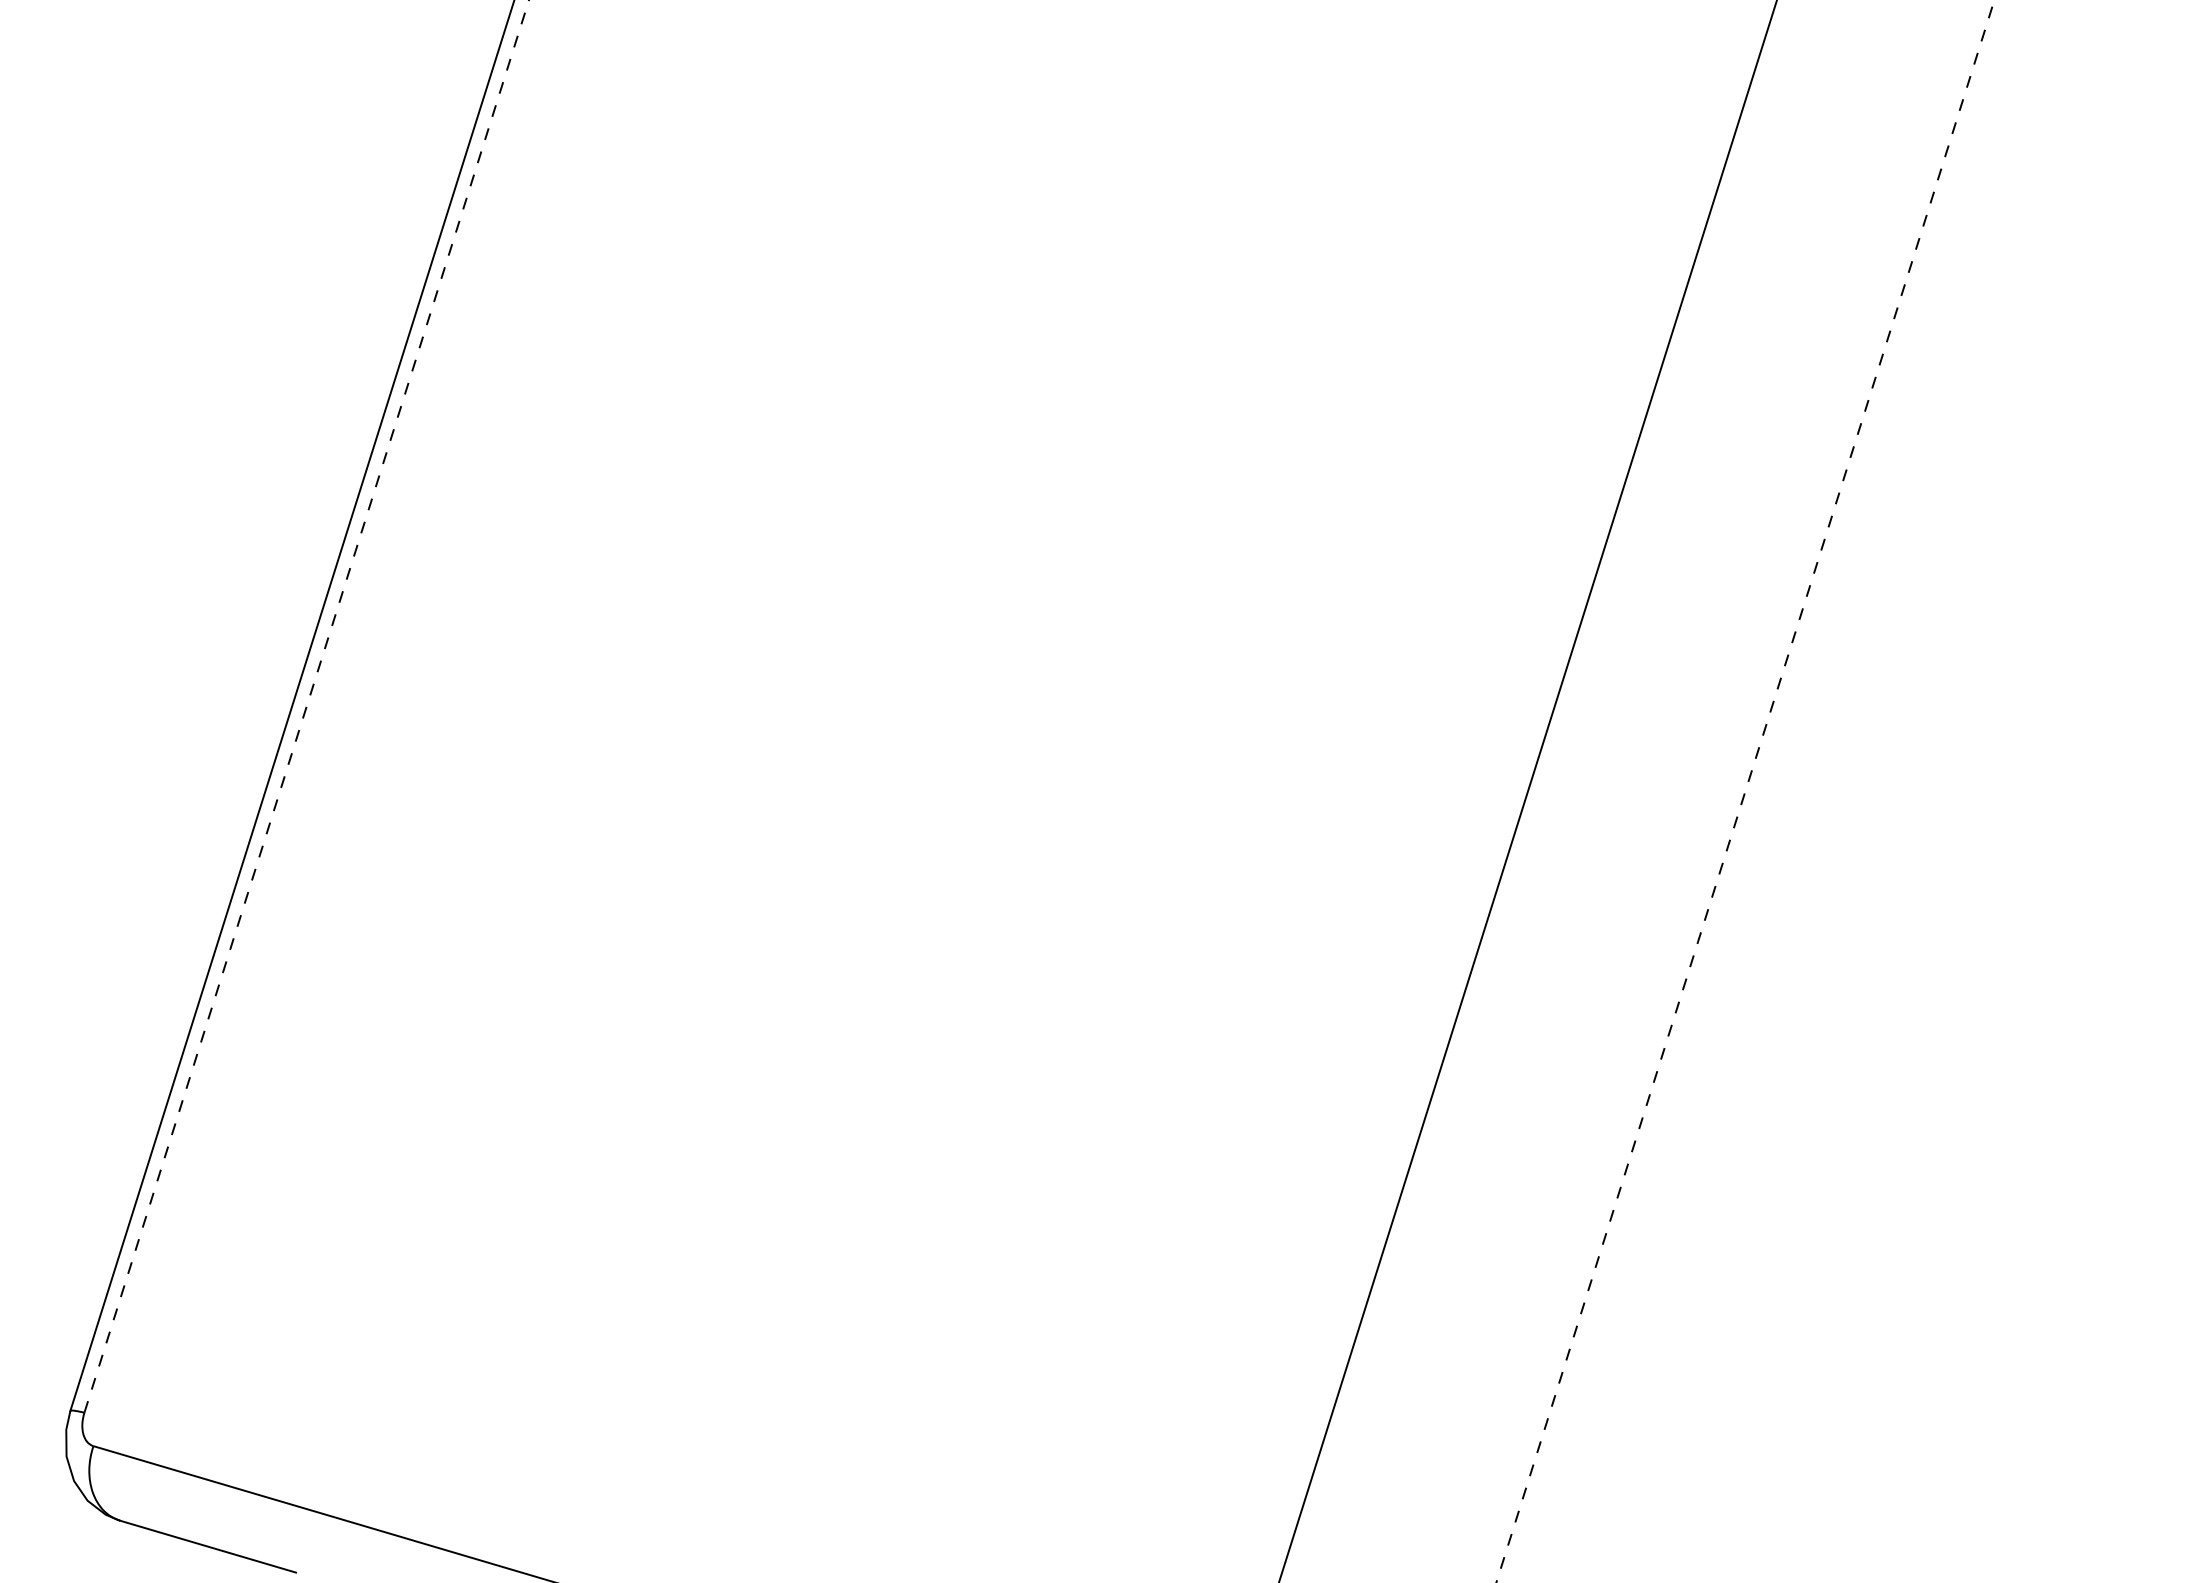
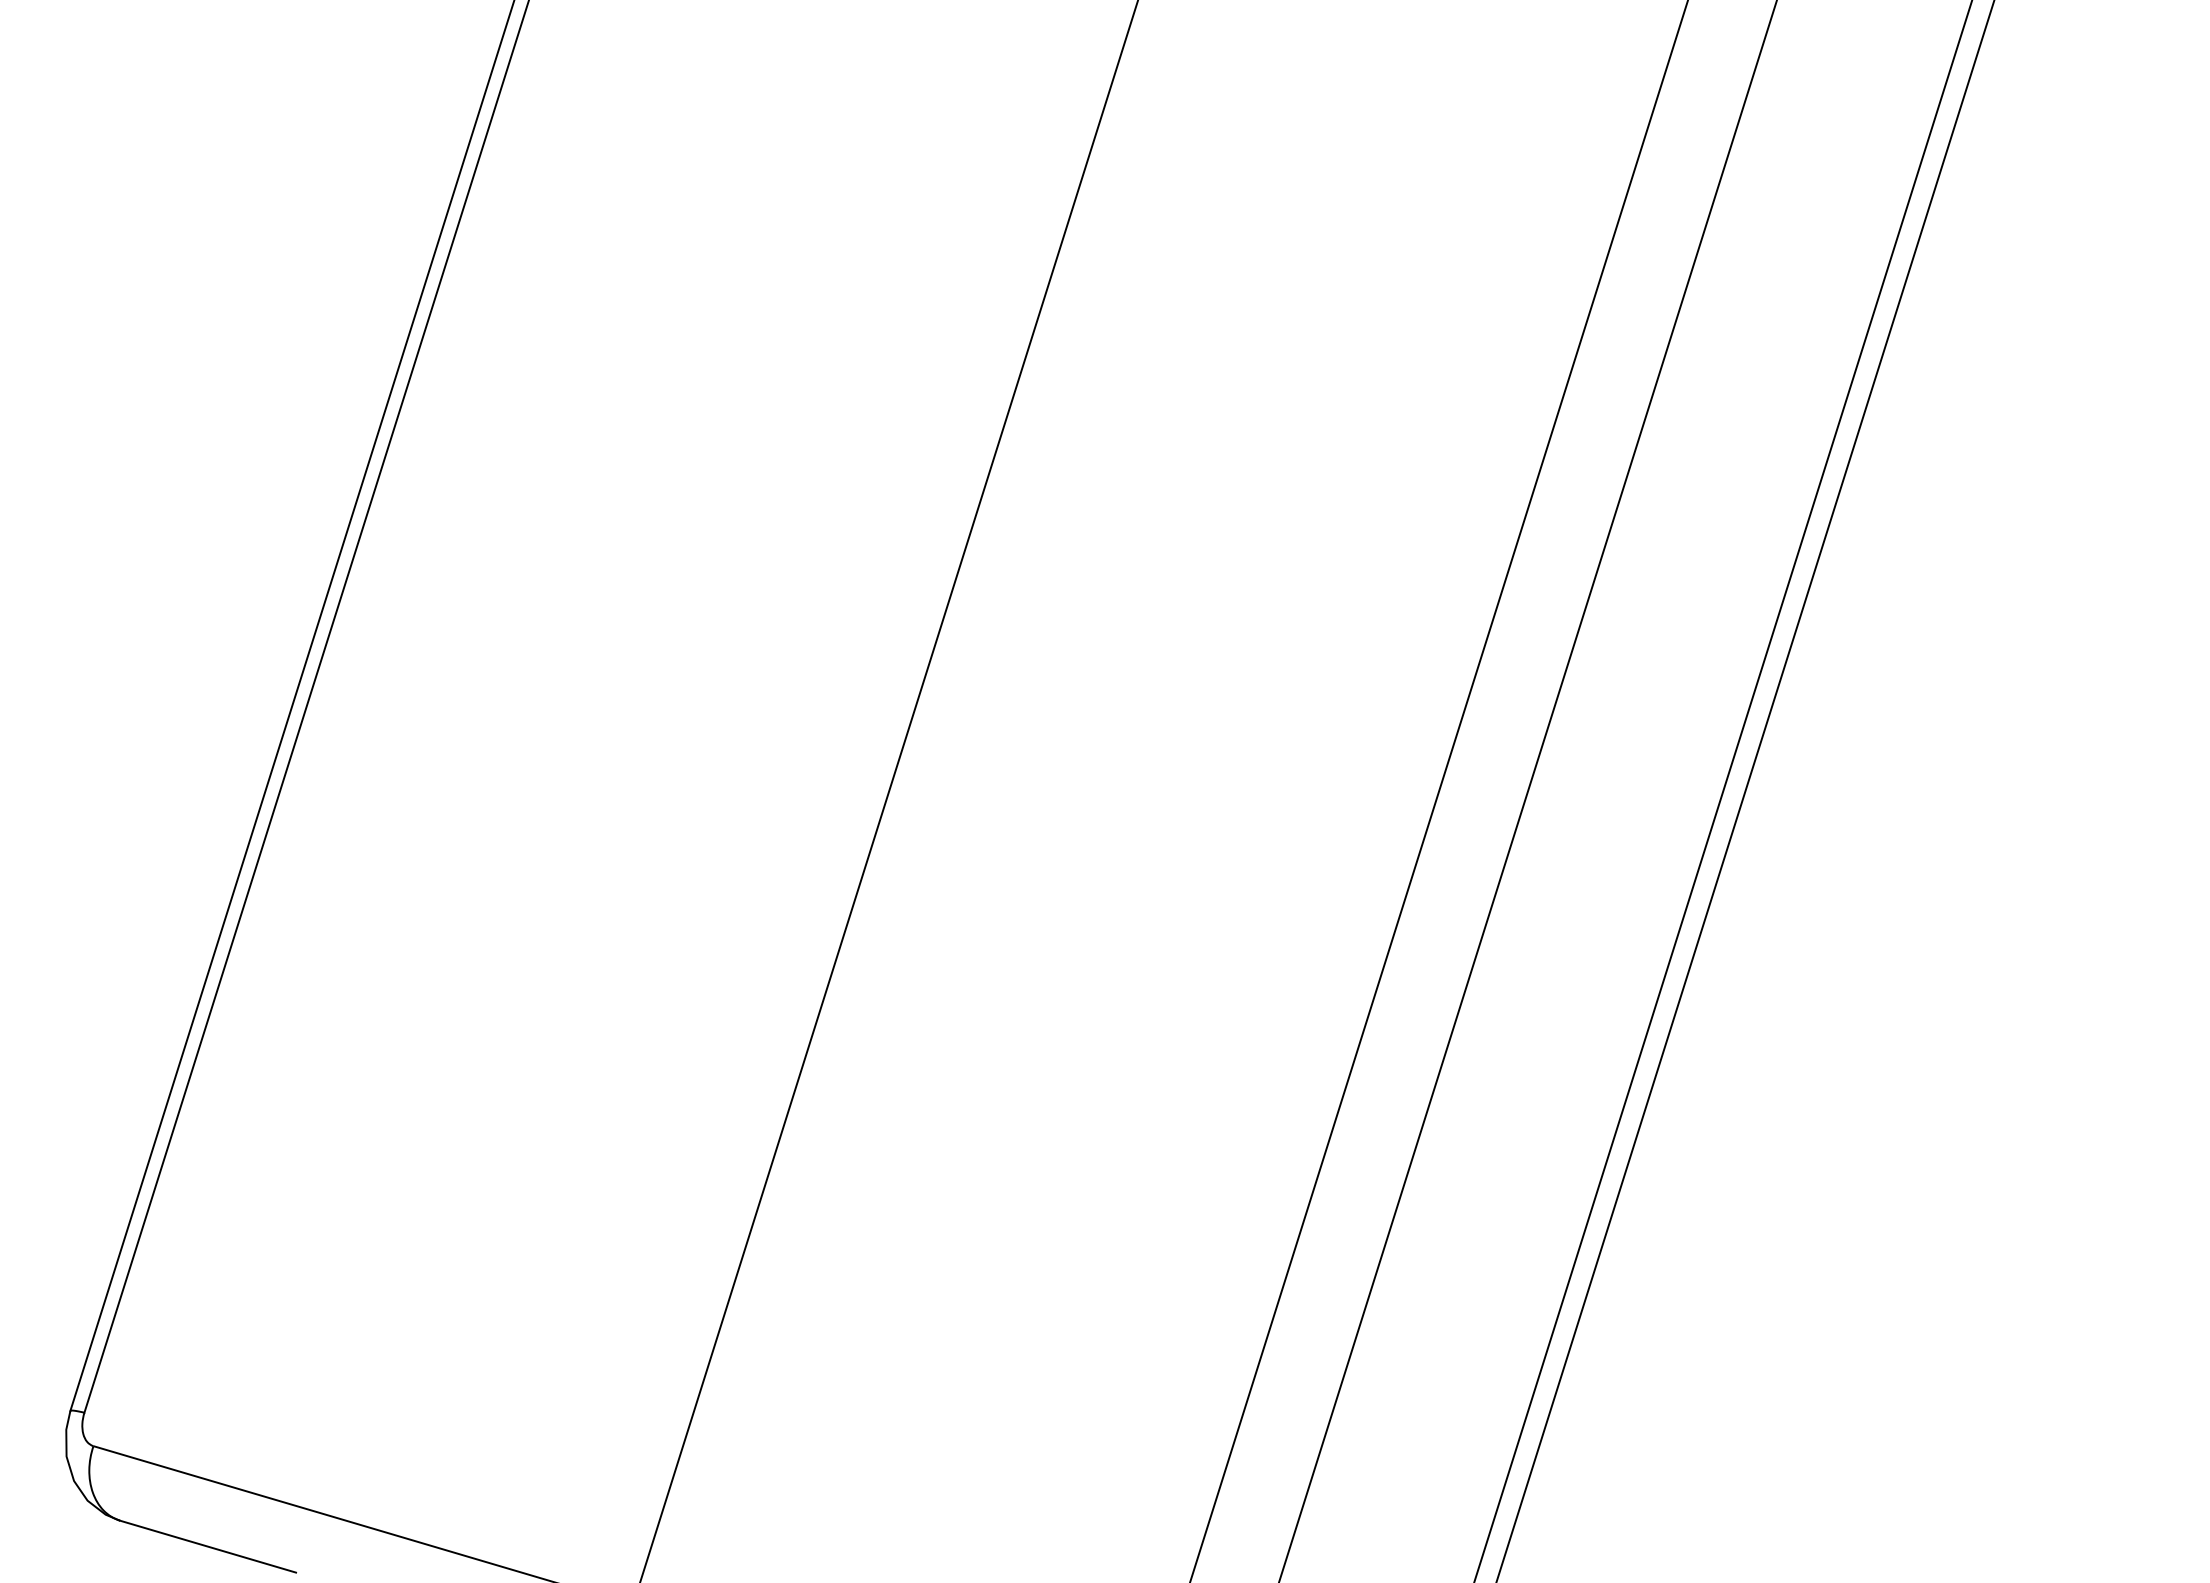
line at (306, 706): dashed -> solid
line at (888, 790): none -> present
line at (1439, 790): none -> present
line at (1723, 790): none -> present
line at (1745, 791): dashed -> solid
